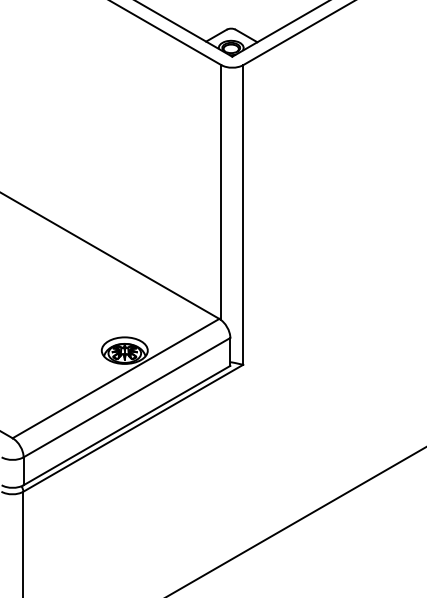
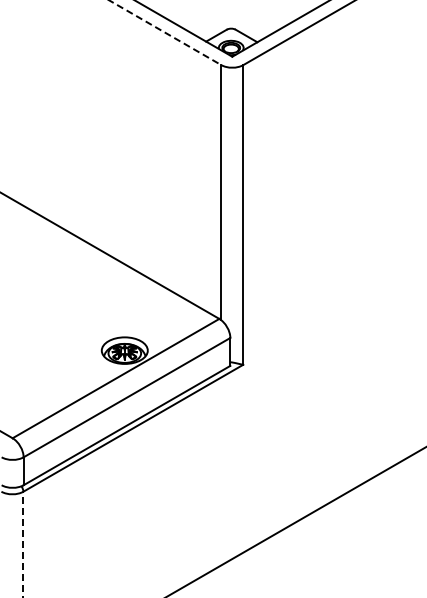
line at (165, 32): solid -> dashed
line at (23, 544): solid -> dashed
